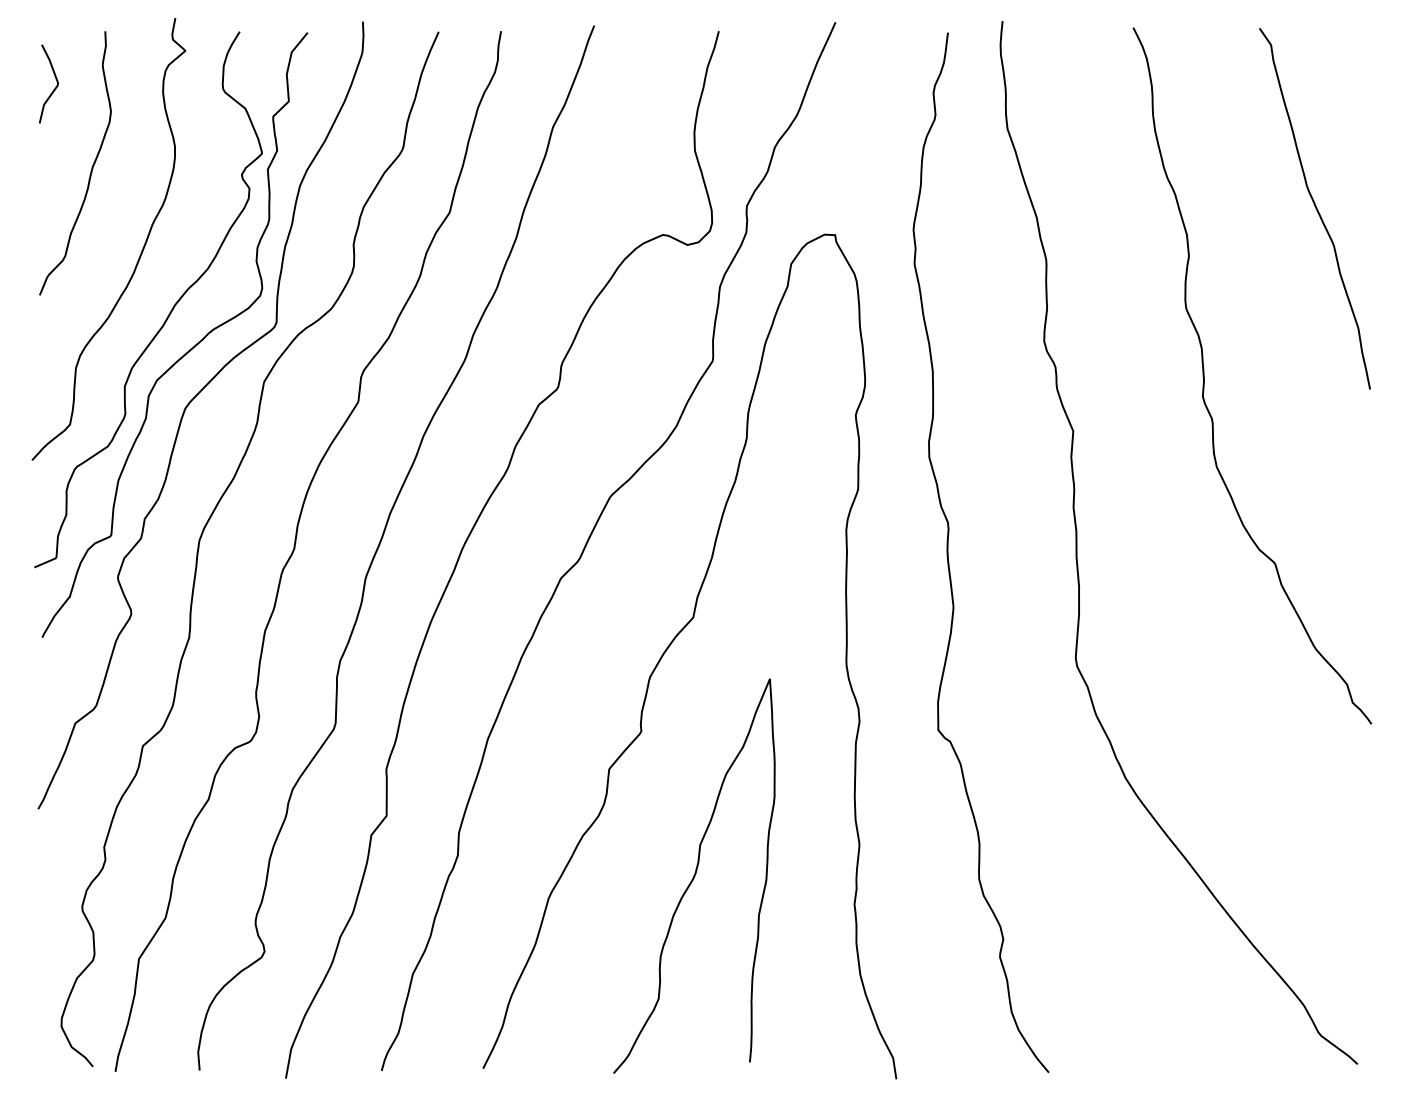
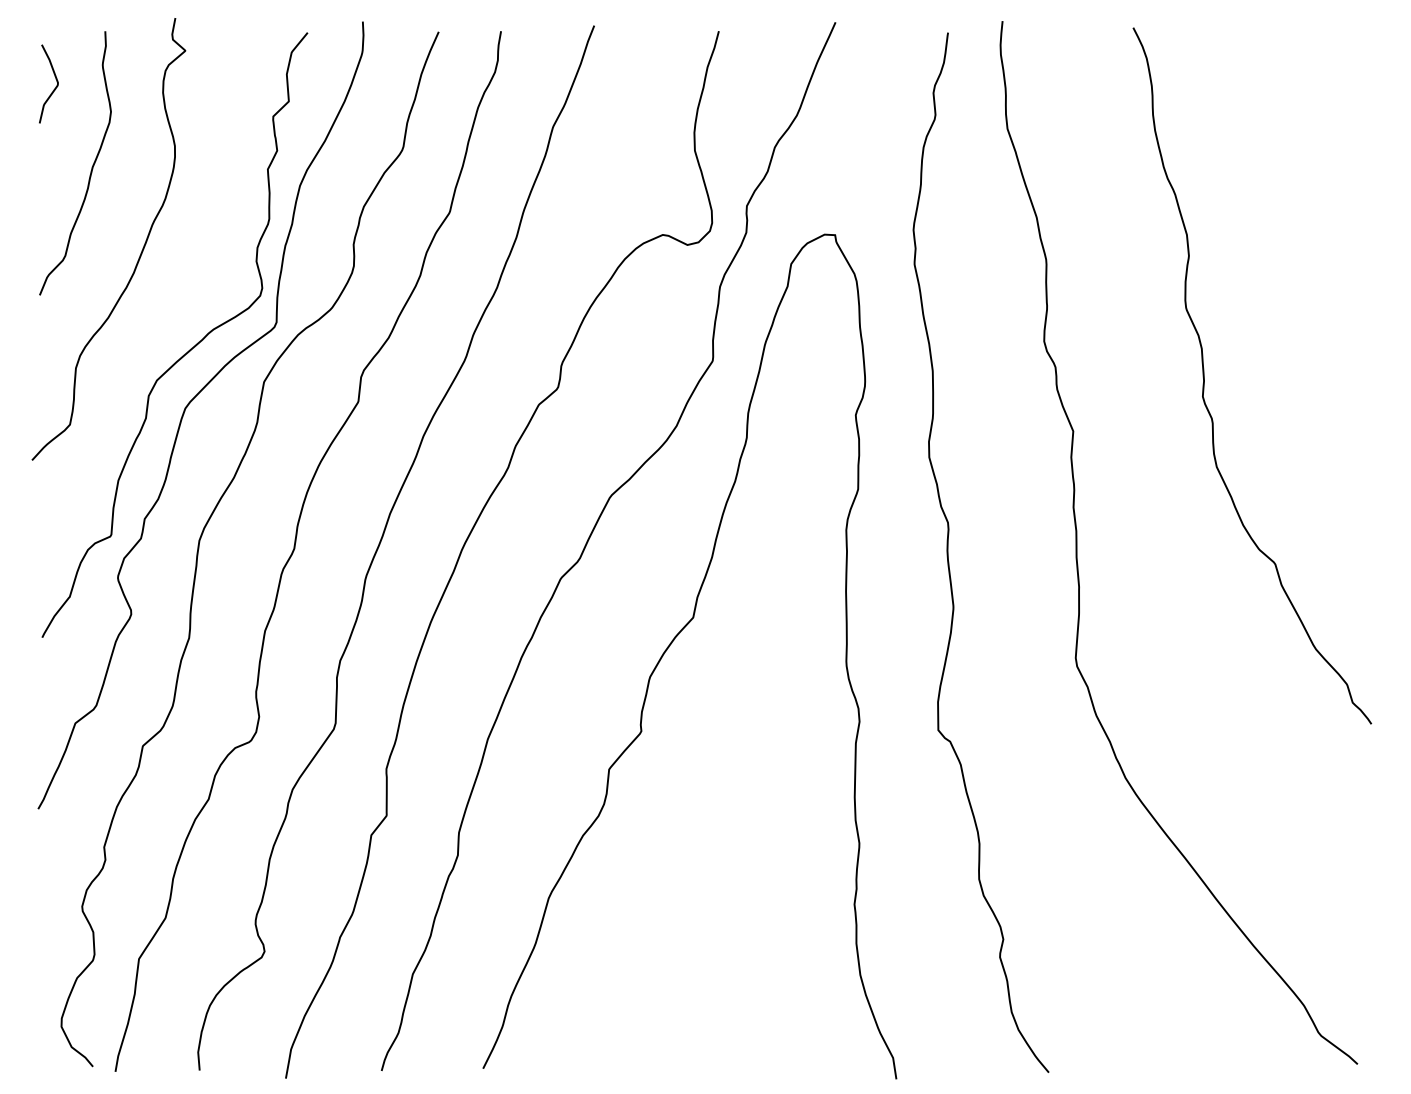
curve at (1315, 208): present -> none
curve at (170, 310): present -> none
curve at (694, 875): present -> none
